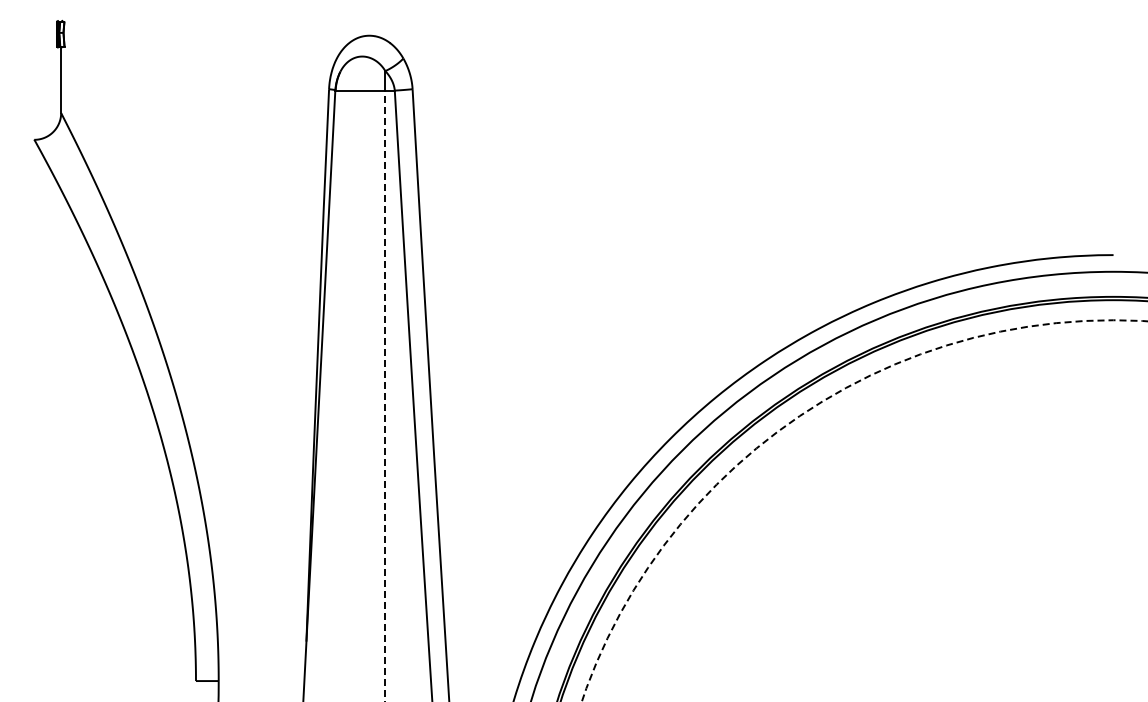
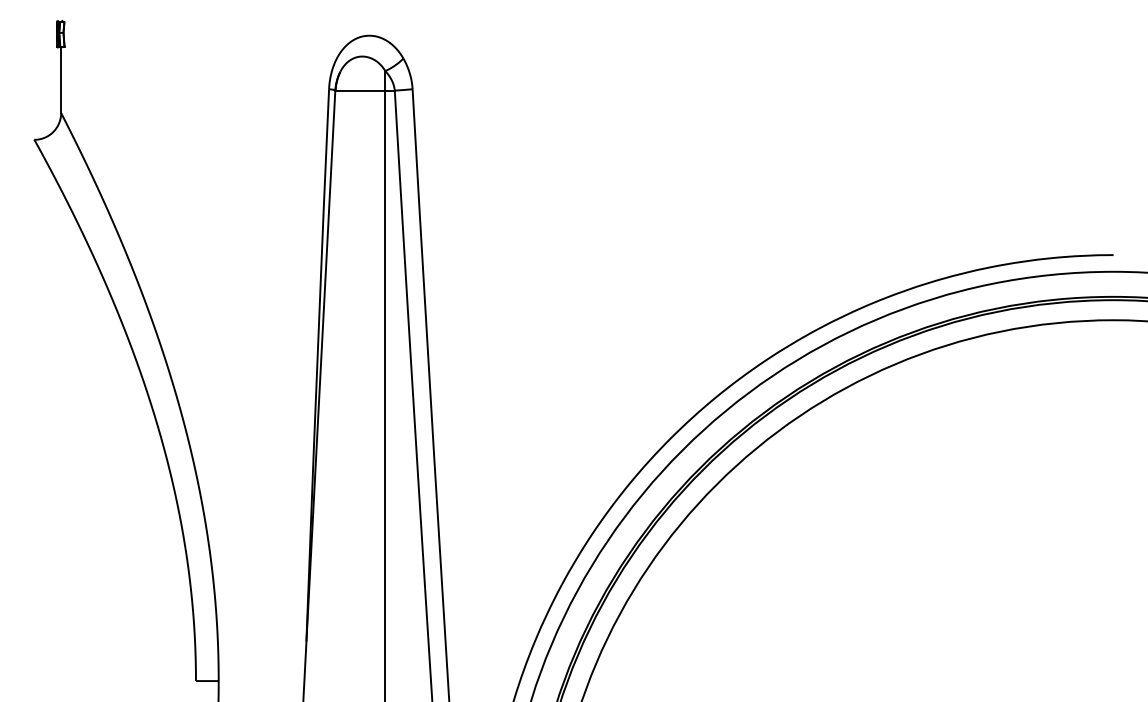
line at (385, 395): dashed -> solid
circle at (864, 510): dashed -> solid
